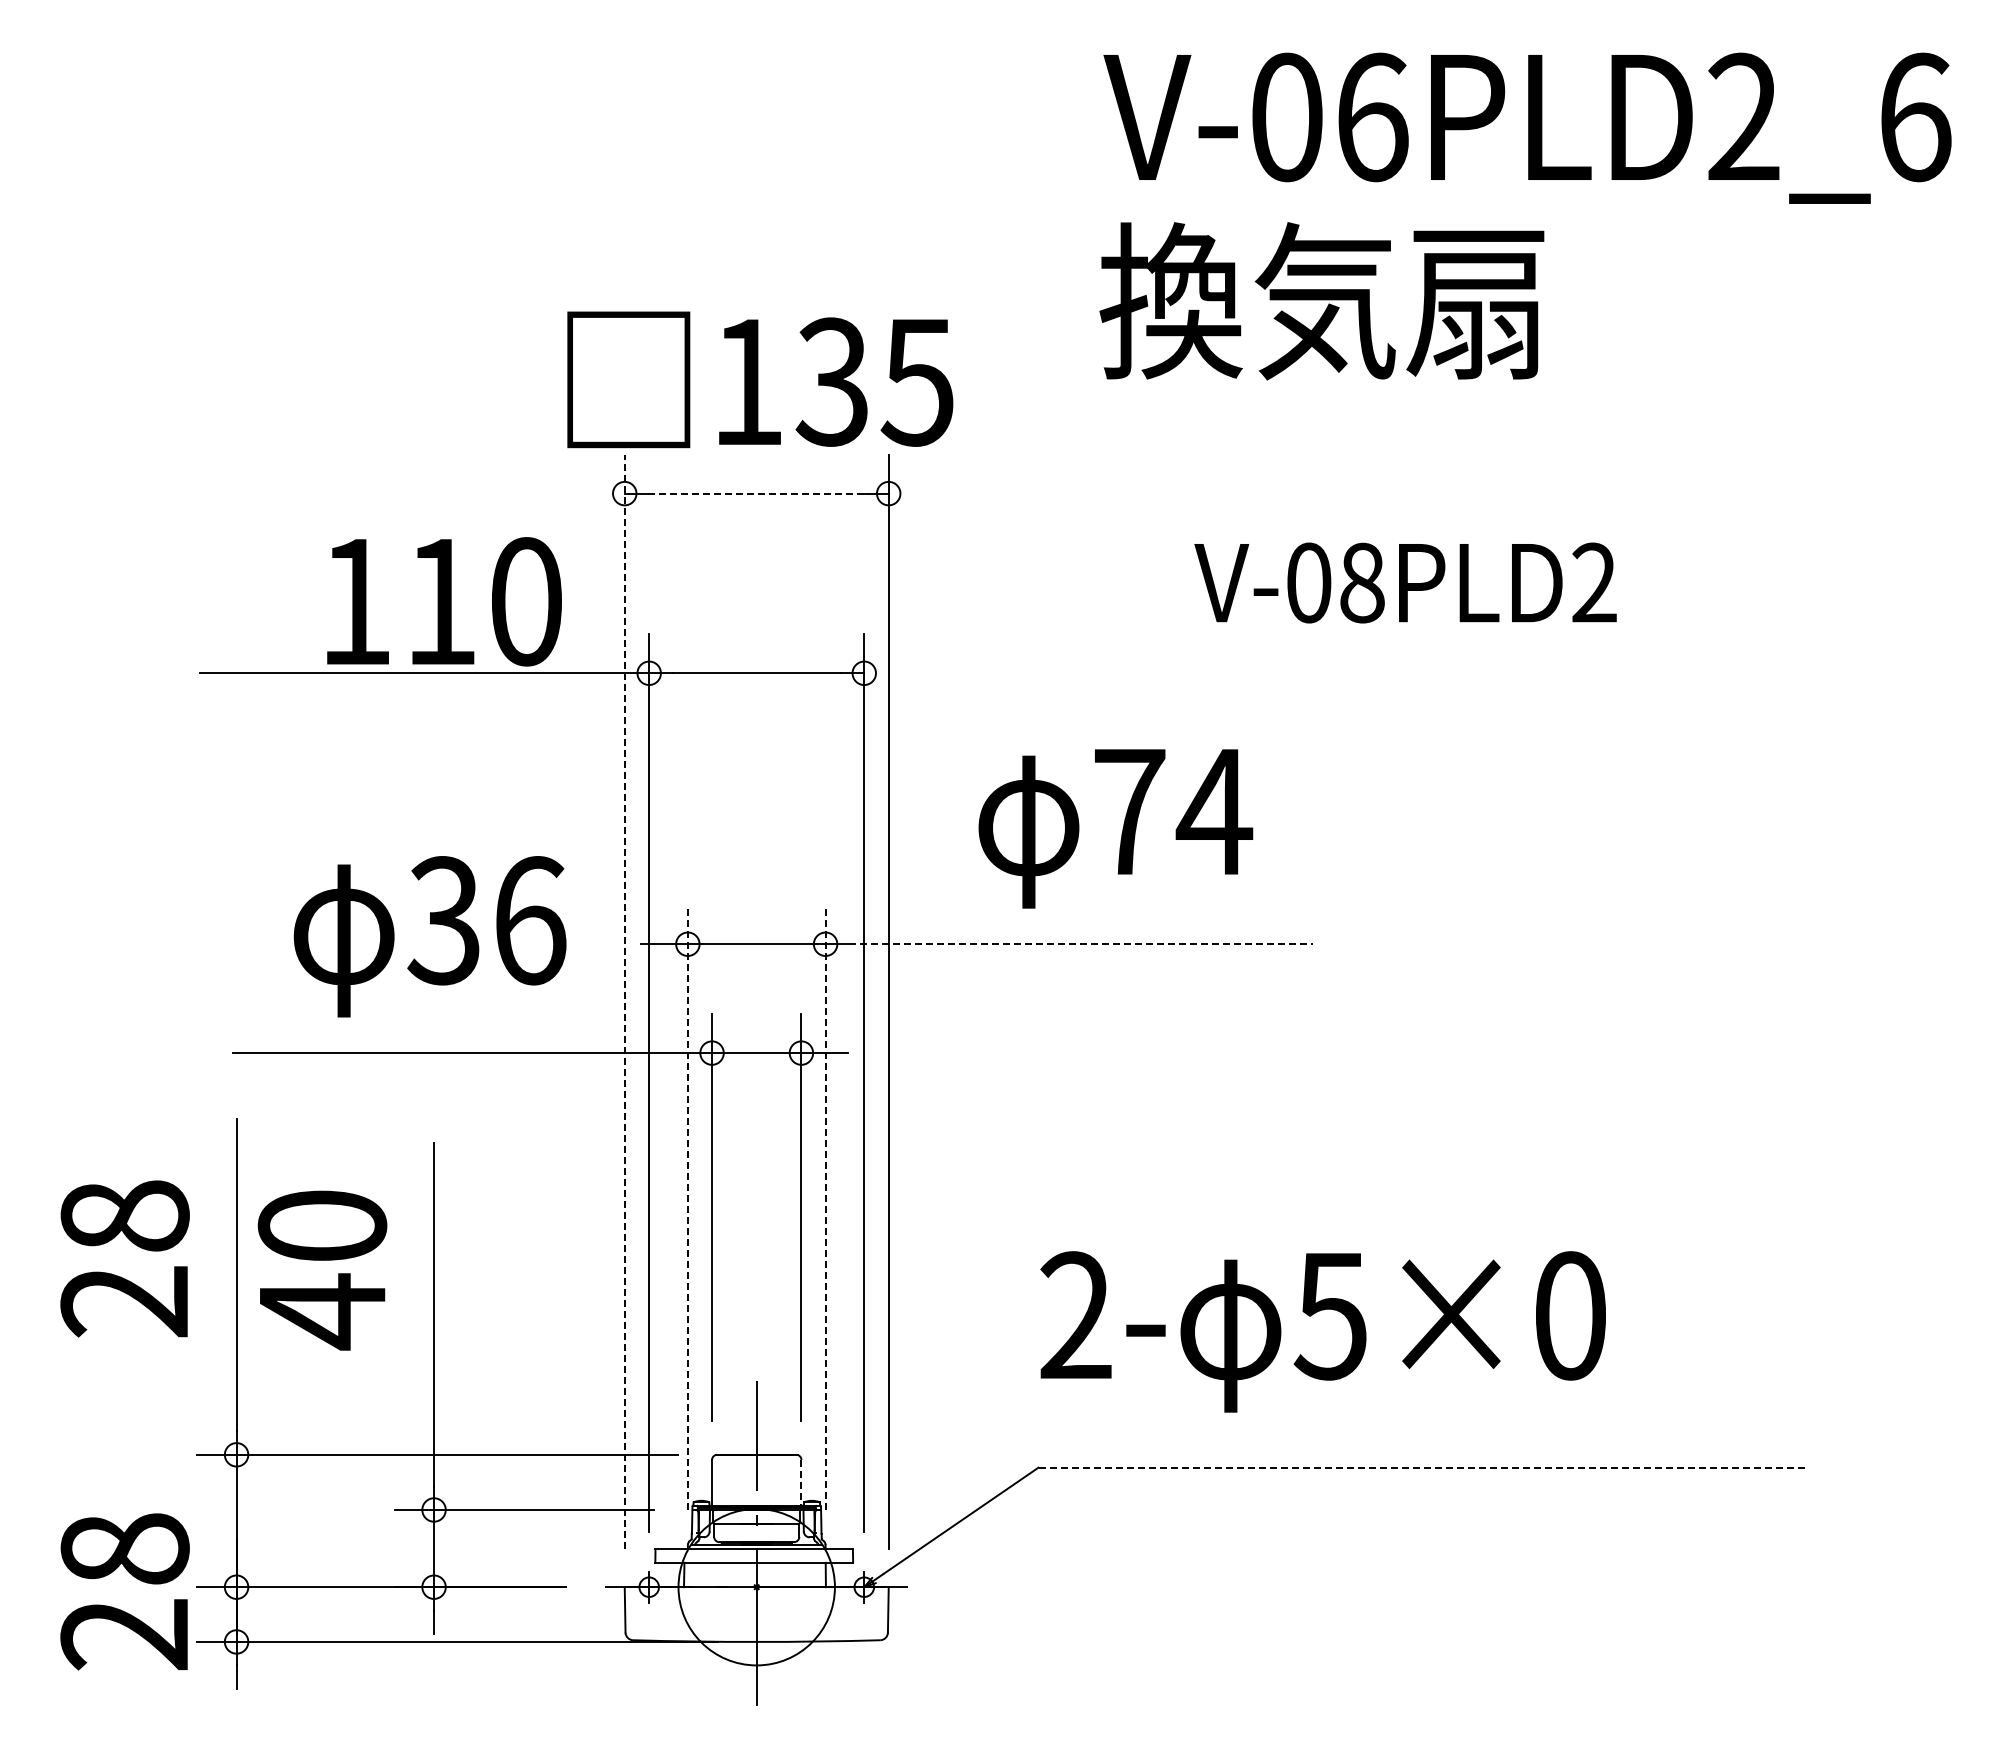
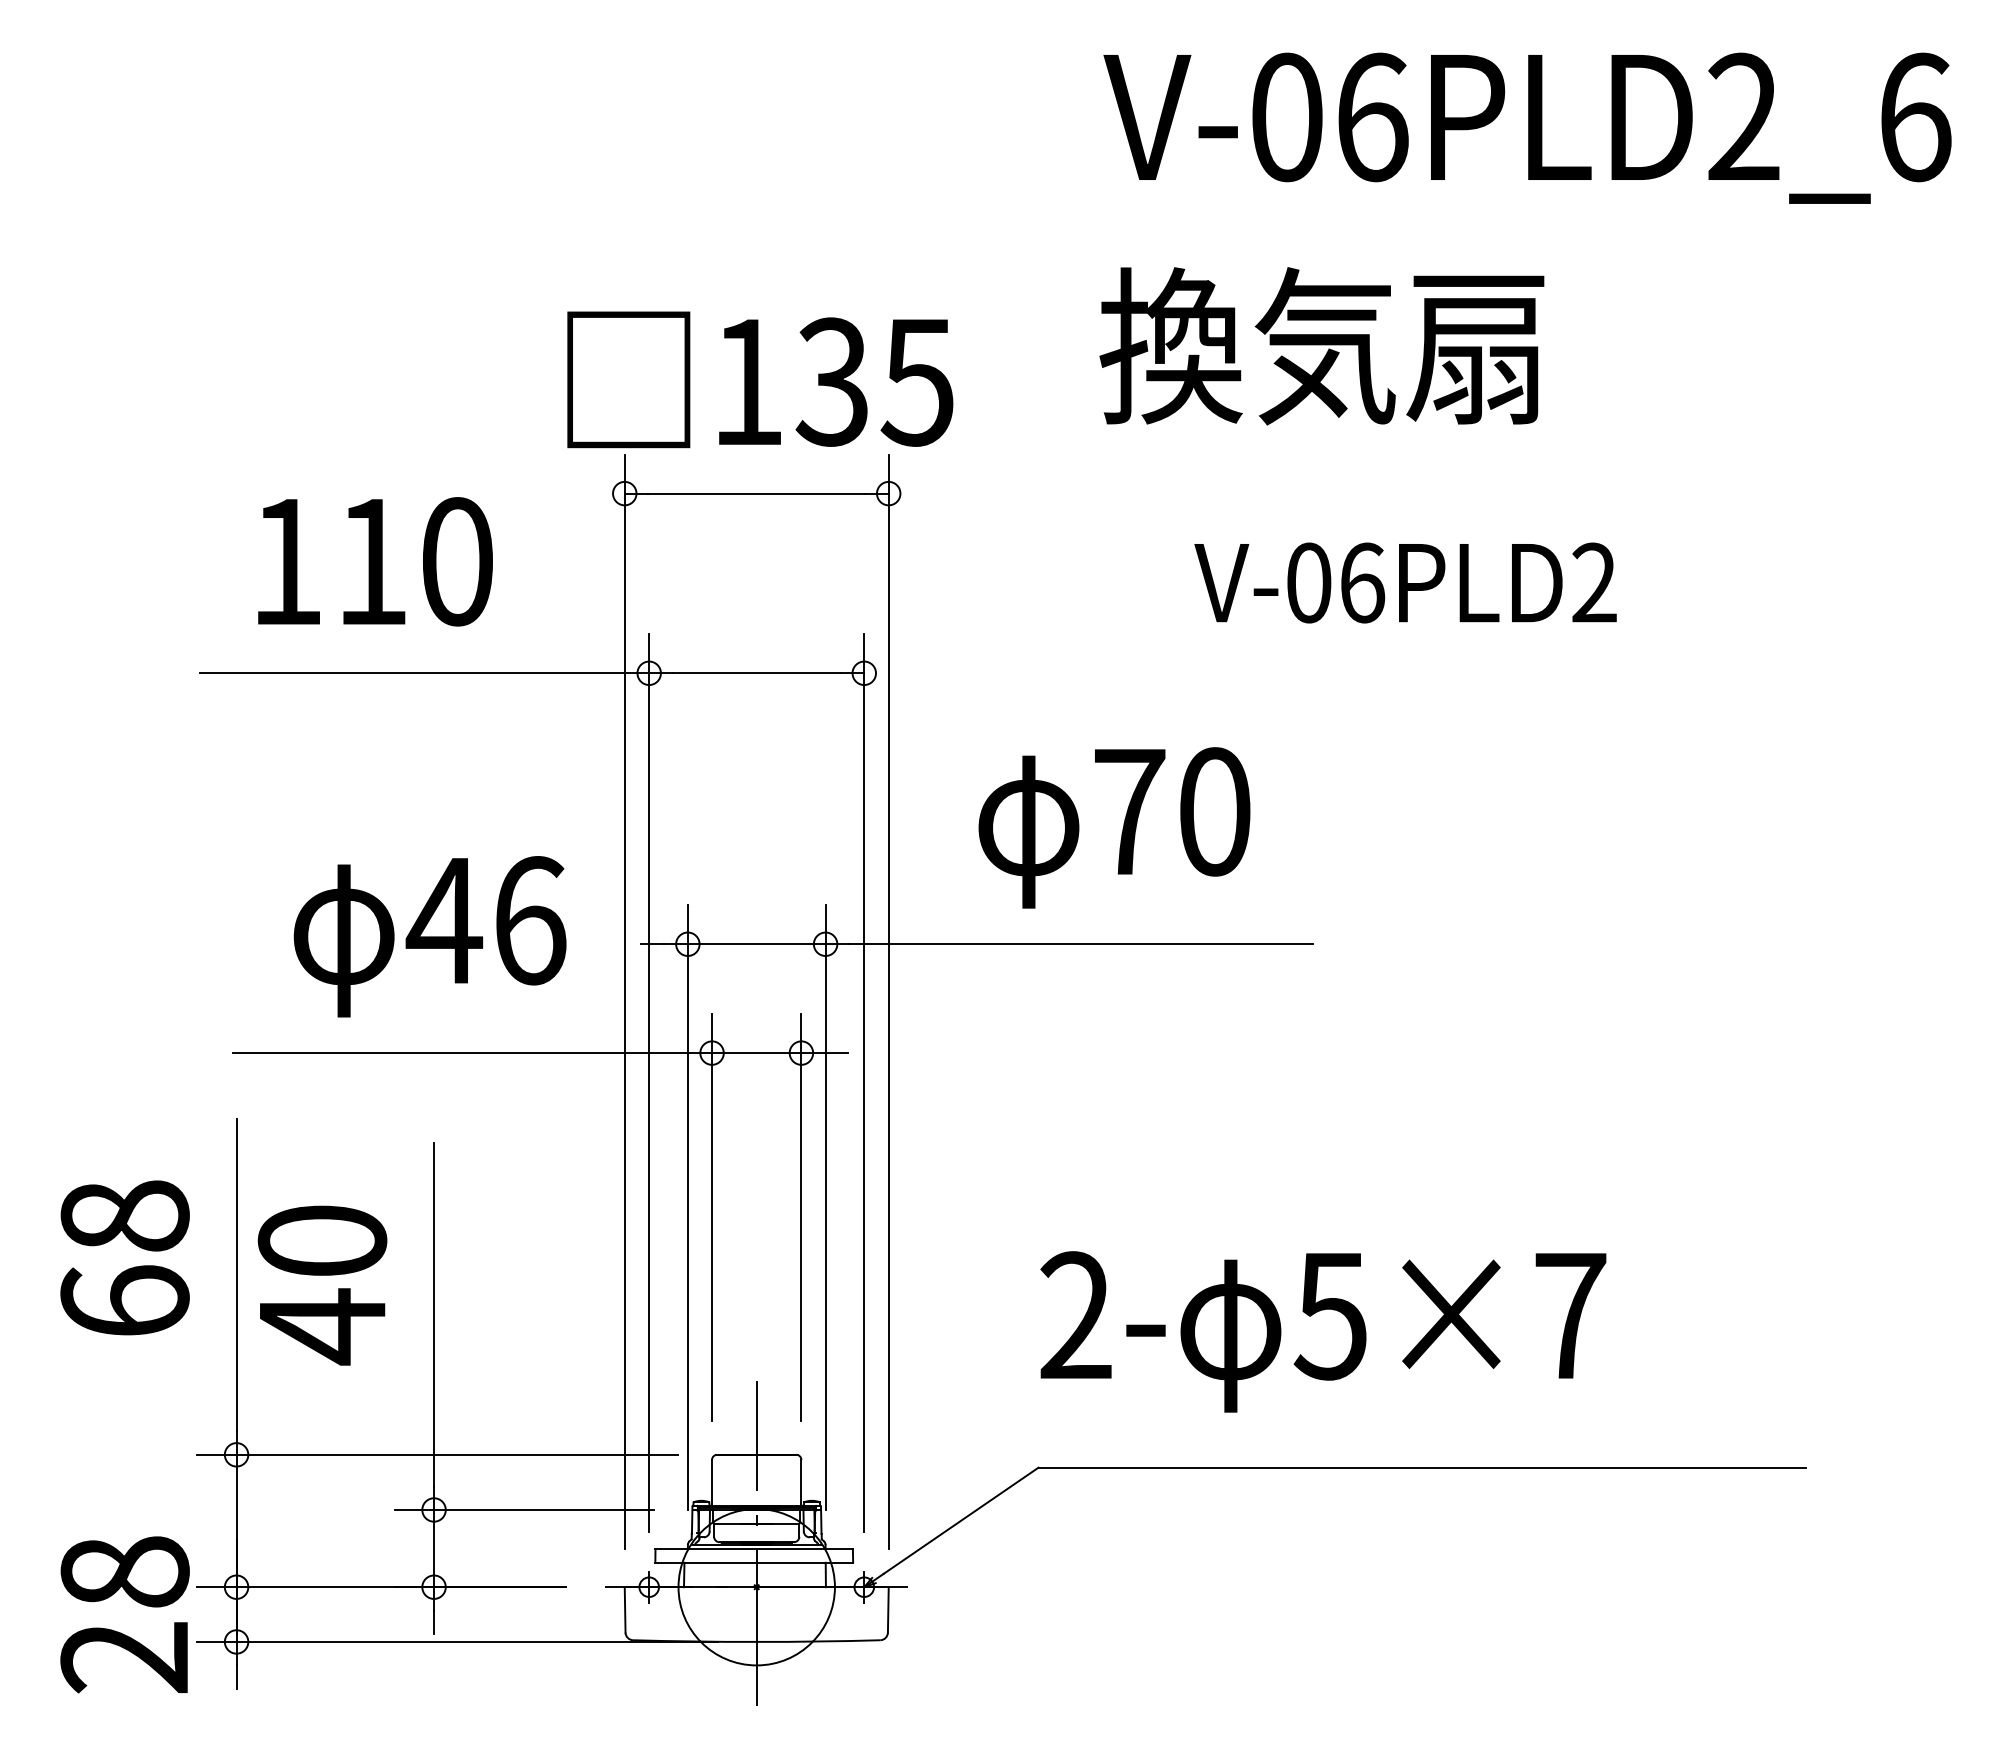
text at (1321, 301) position: (1321, 301) -> (1321, 346)
line at (756, 493): dashed -> solid
text at (1362, 582): V-08PLD2 -> V-06PLD2
text at (444, 601) position: (444, 601) -> (375, 561)
text at (1214, 811): 74 -> 70
text at (444, 920): 36 -> 46
line at (1081, 944): dashed -> solid
line at (624, 1001): dashed -> solid
line at (687, 1207): dashed -> solid
line at (825, 1207): dashed -> solid
text at (322, 1270) position: (322, 1270) -> (322, 1285)
text at (124, 1301): 28 -> 68
text at (1570, 1315): 5×0 -> 5×7
line at (1422, 1467): dashed -> solid
line at (801, 1482): dashed -> solid
text at (124, 1591) position: (124, 1591) -> (124, 1614)
